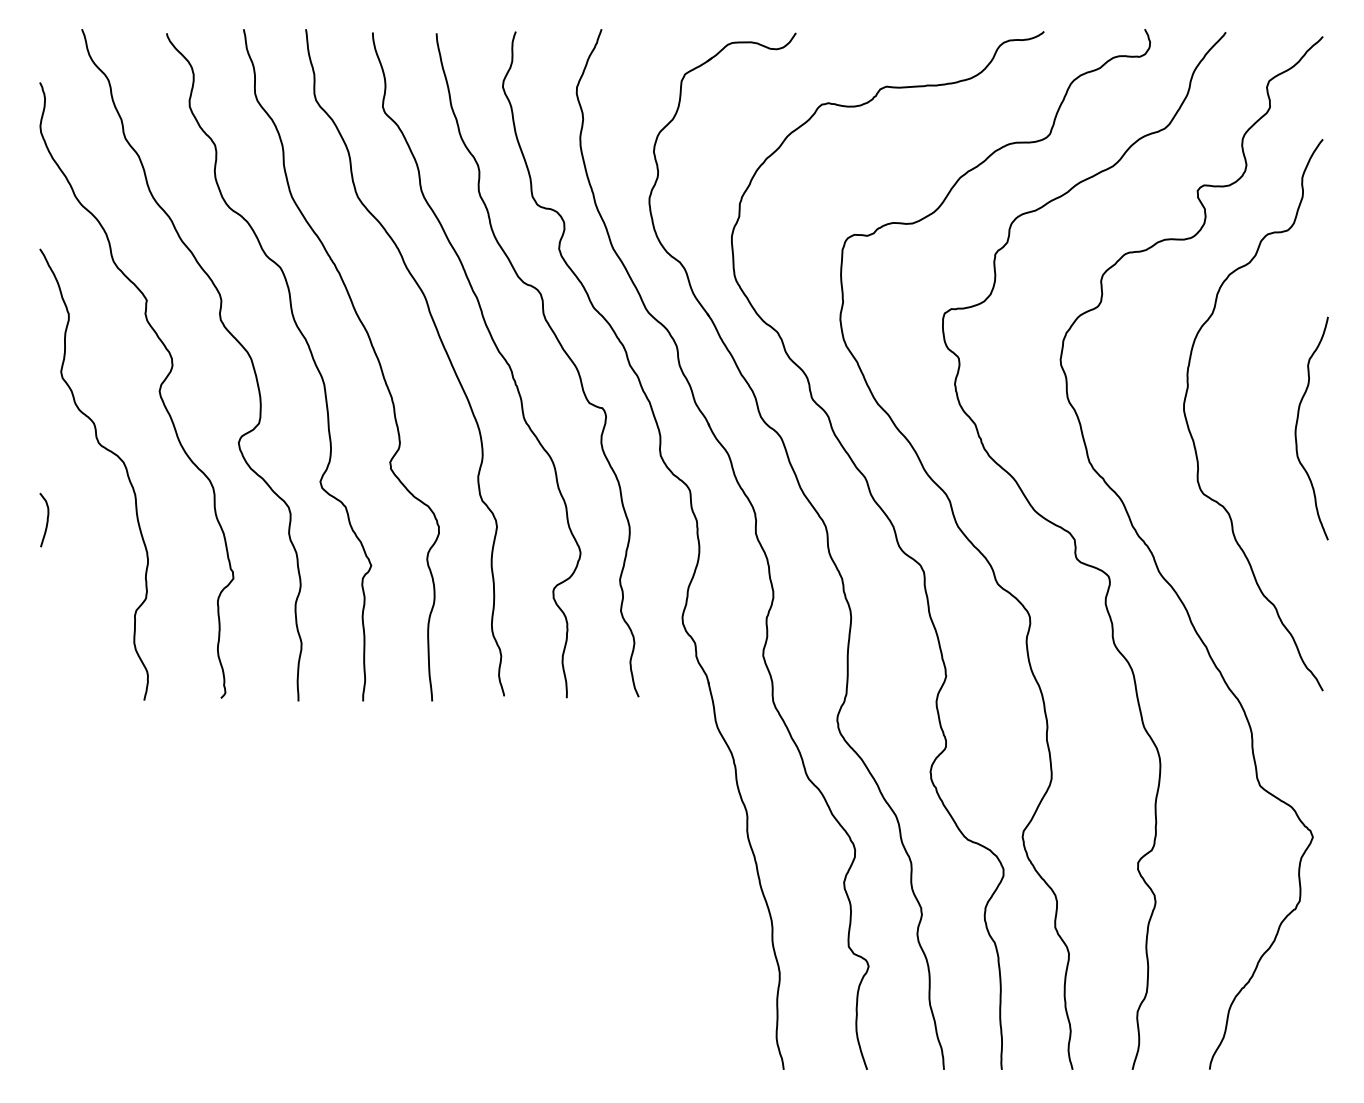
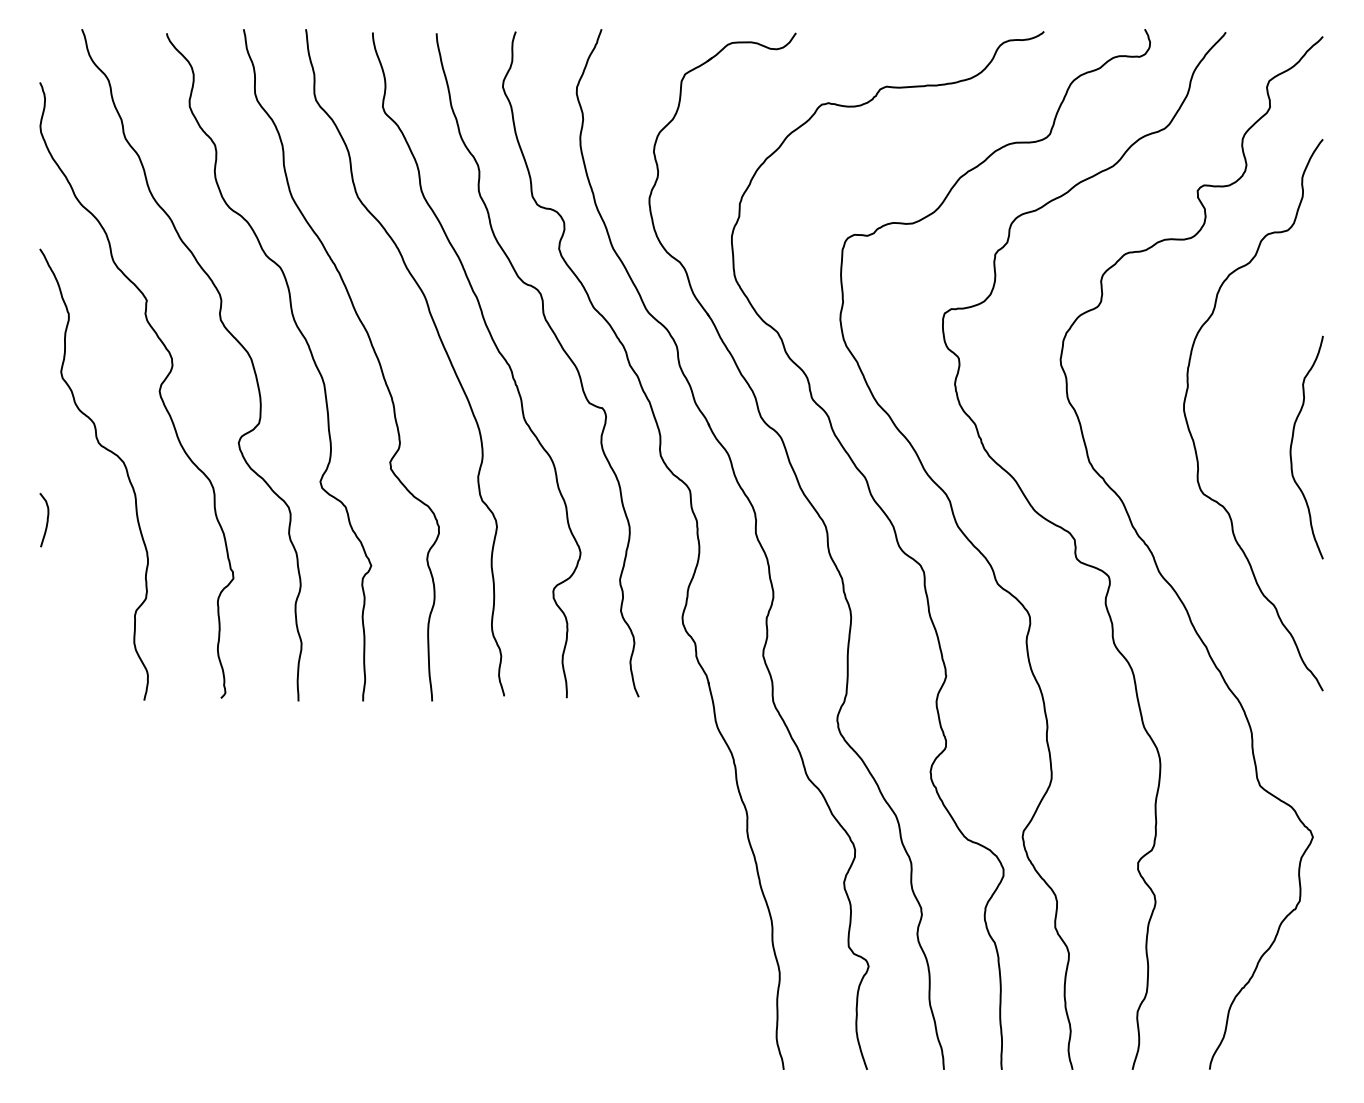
curve at (1297, 425) position: (1297, 425) -> (1292, 444)
